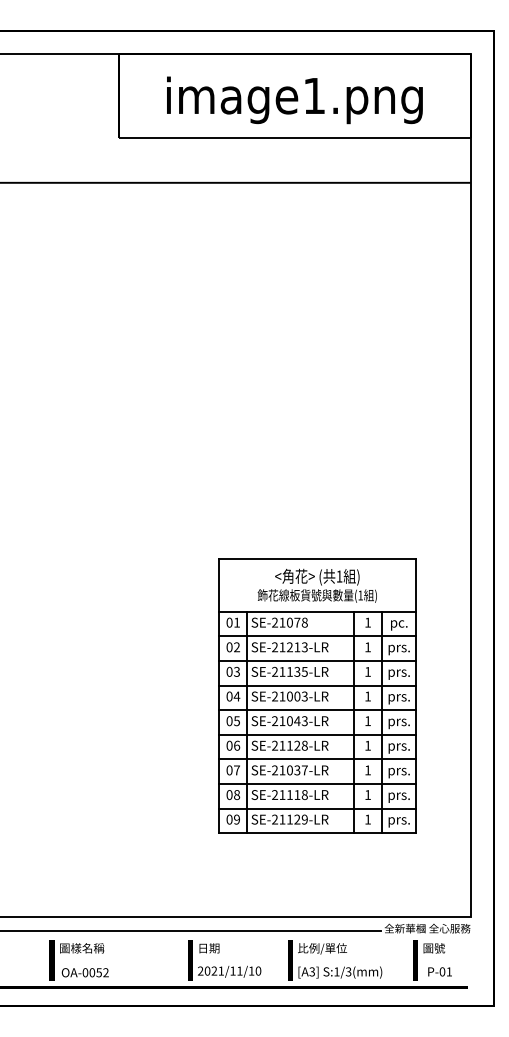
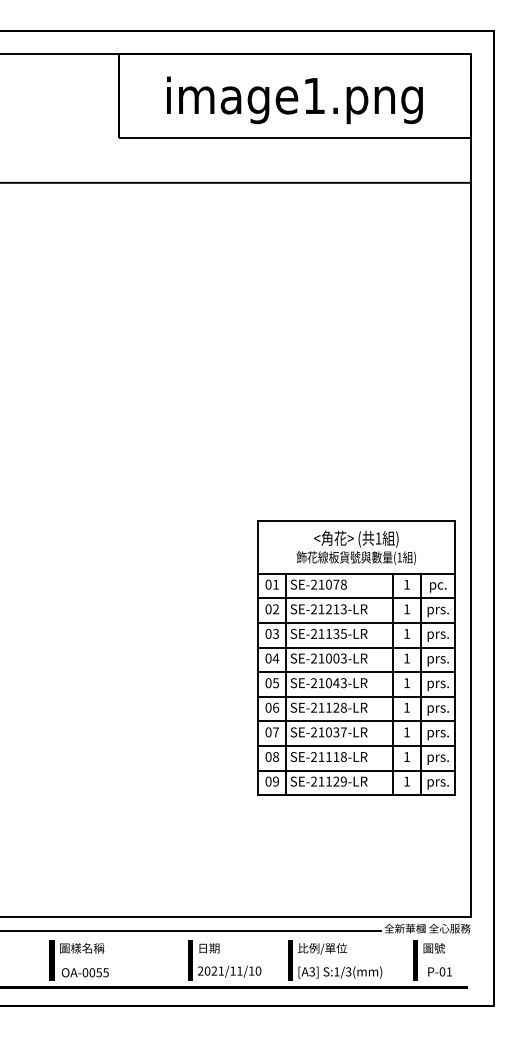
part at (317, 695) position: (317, 695) -> (356, 657)
text at (105, 972): OA-0052 -> OA-0055
